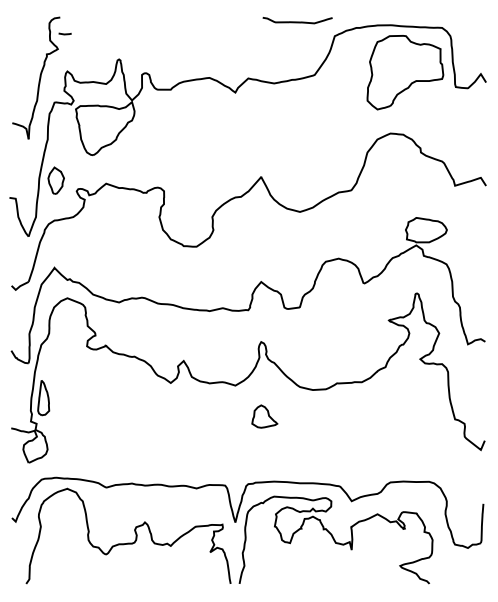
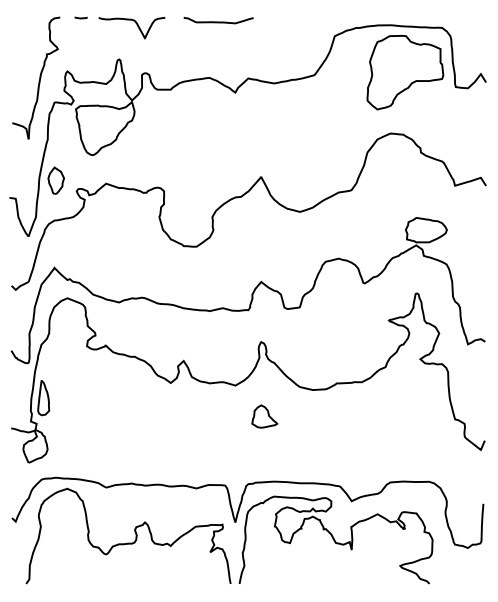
curve at (297, 21) position: (297, 21) -> (218, 21)
curve at (136, 25): none -> present
line at (64, 33) position: (64, 33) -> (80, 17)
